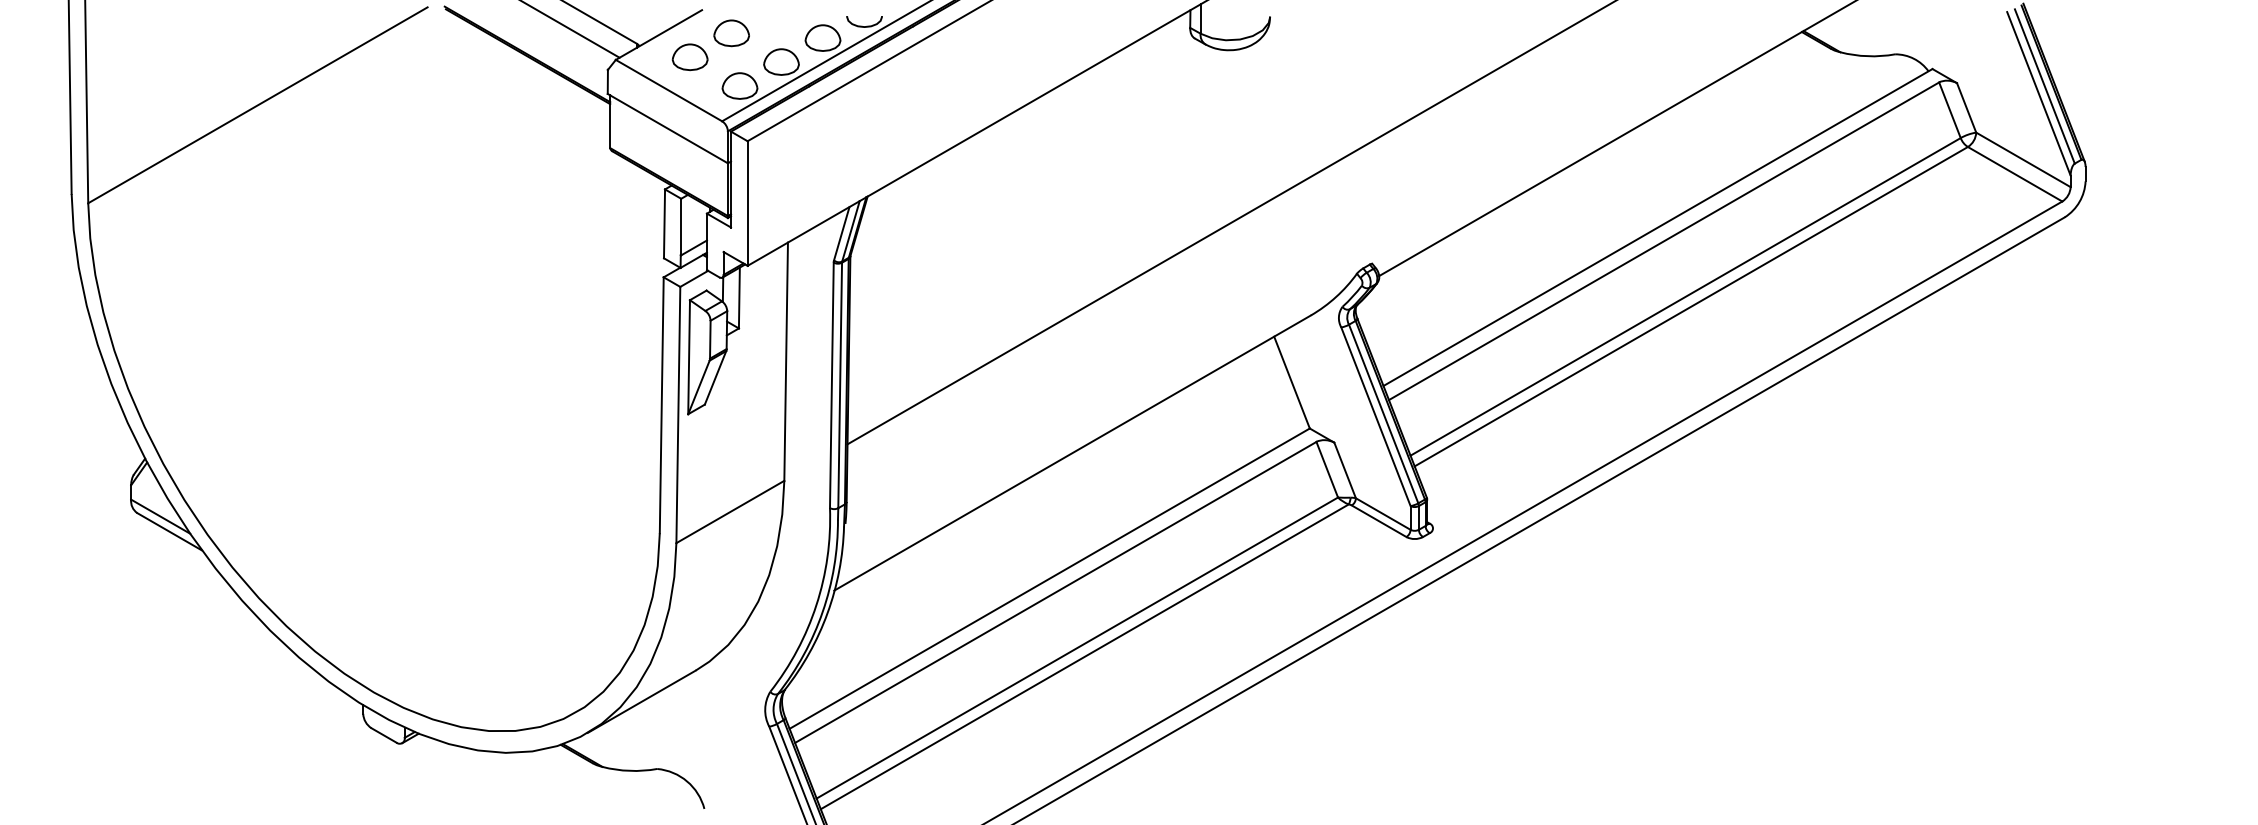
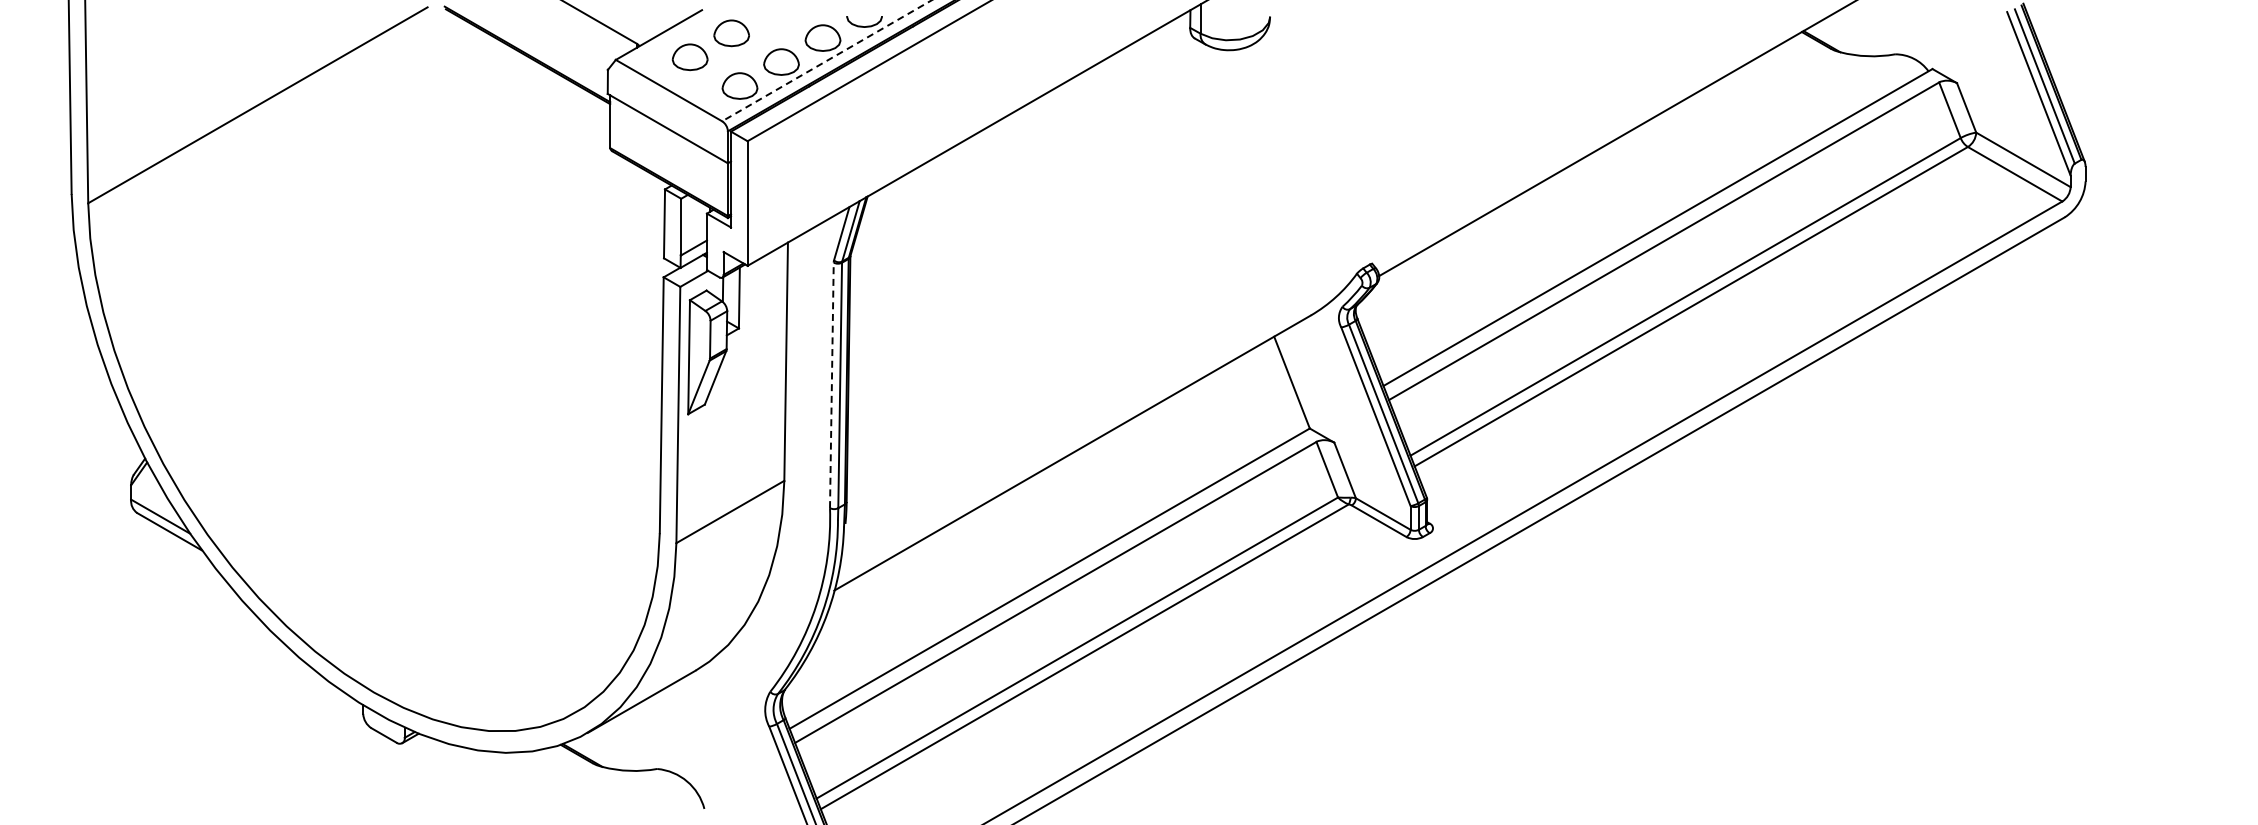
line at (571, 29): present -> none
line at (826, 60): solid -> dashed
line at (1230, 223): present -> none
line at (831, 385): solid -> dashed
